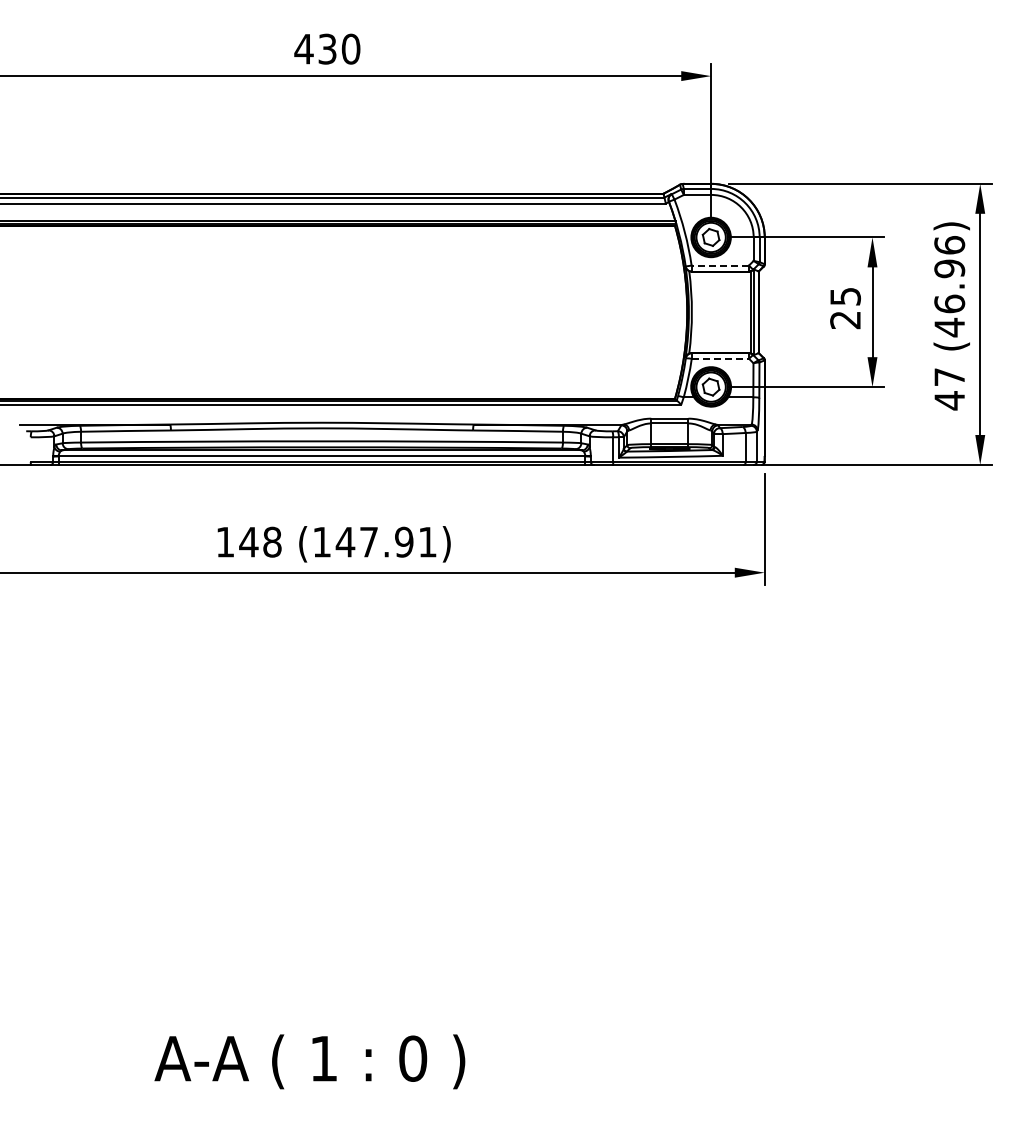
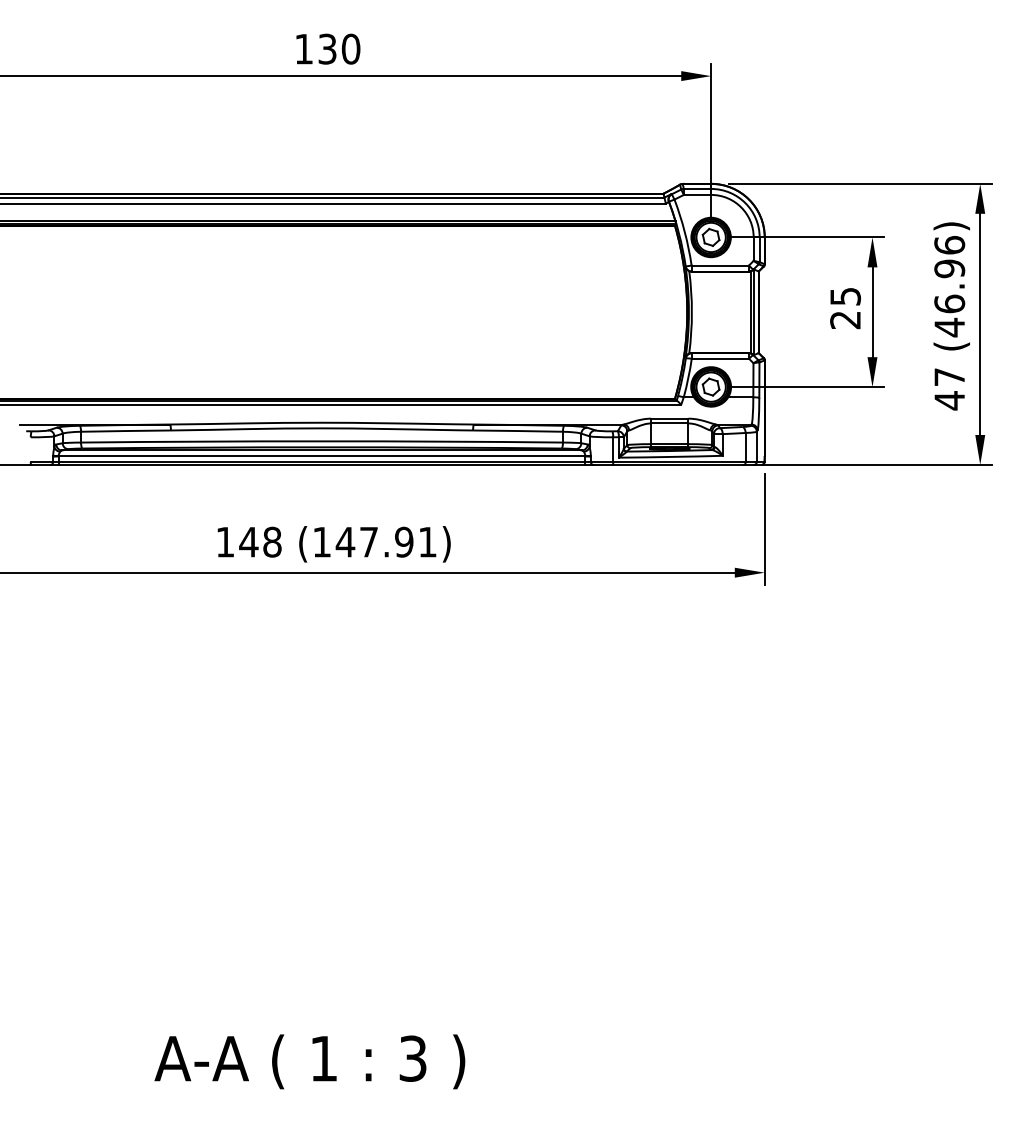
text at (303, 49): 430 -> 130
line at (720, 265): dashed -> solid
line at (720, 358): dashed -> solid
text at (413, 1058): 0 -> 3
